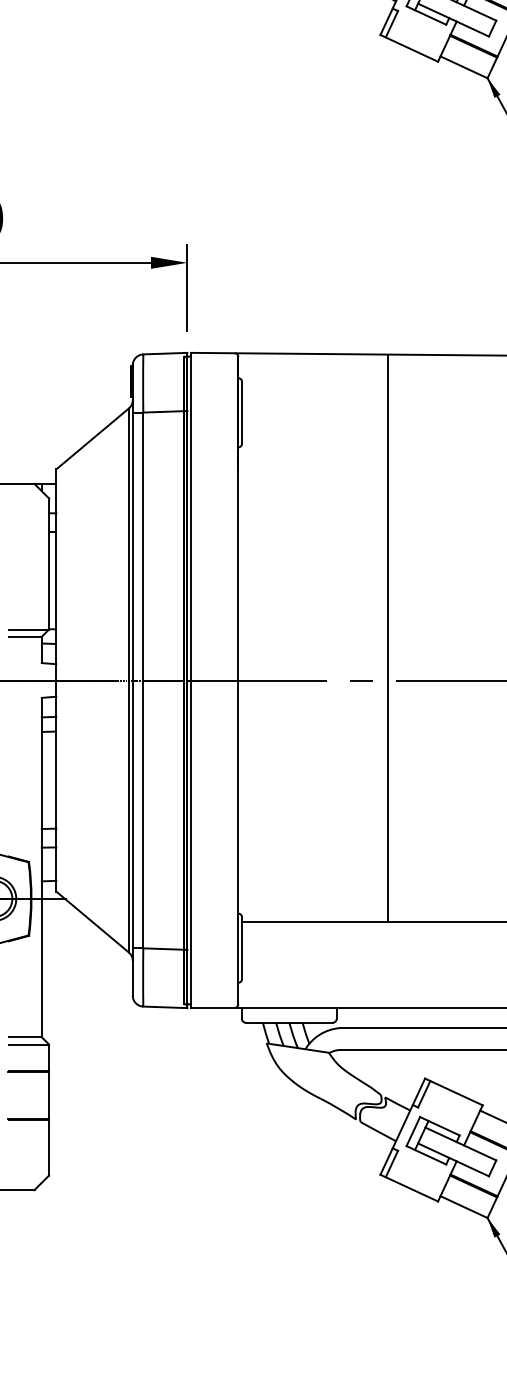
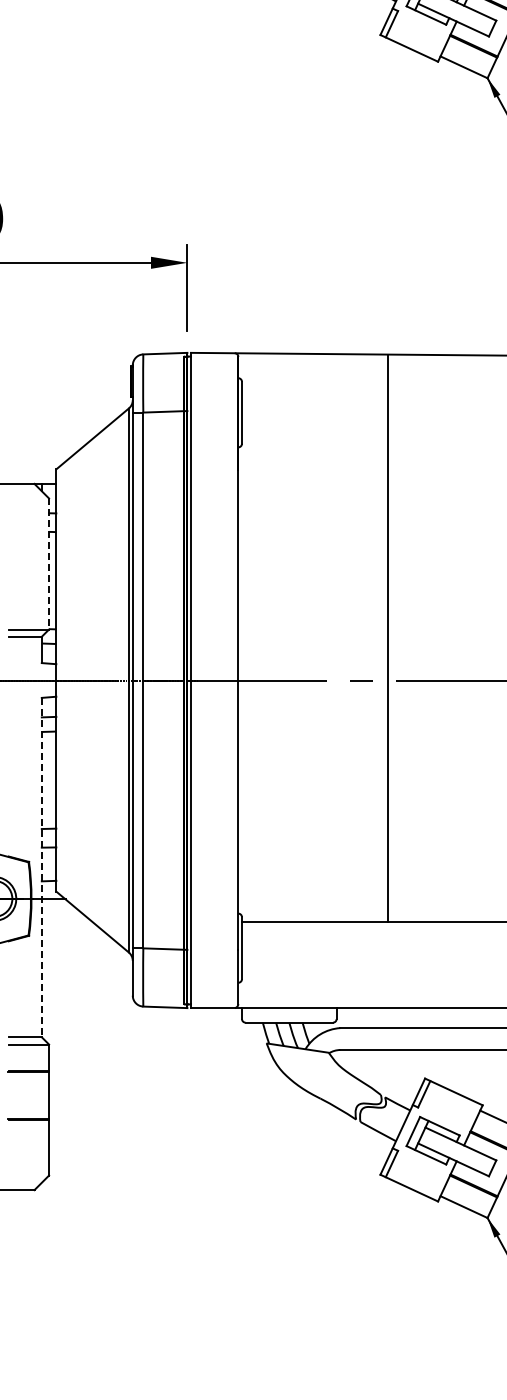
line at (49, 564): solid -> dashed
line at (41, 867): solid -> dashed
